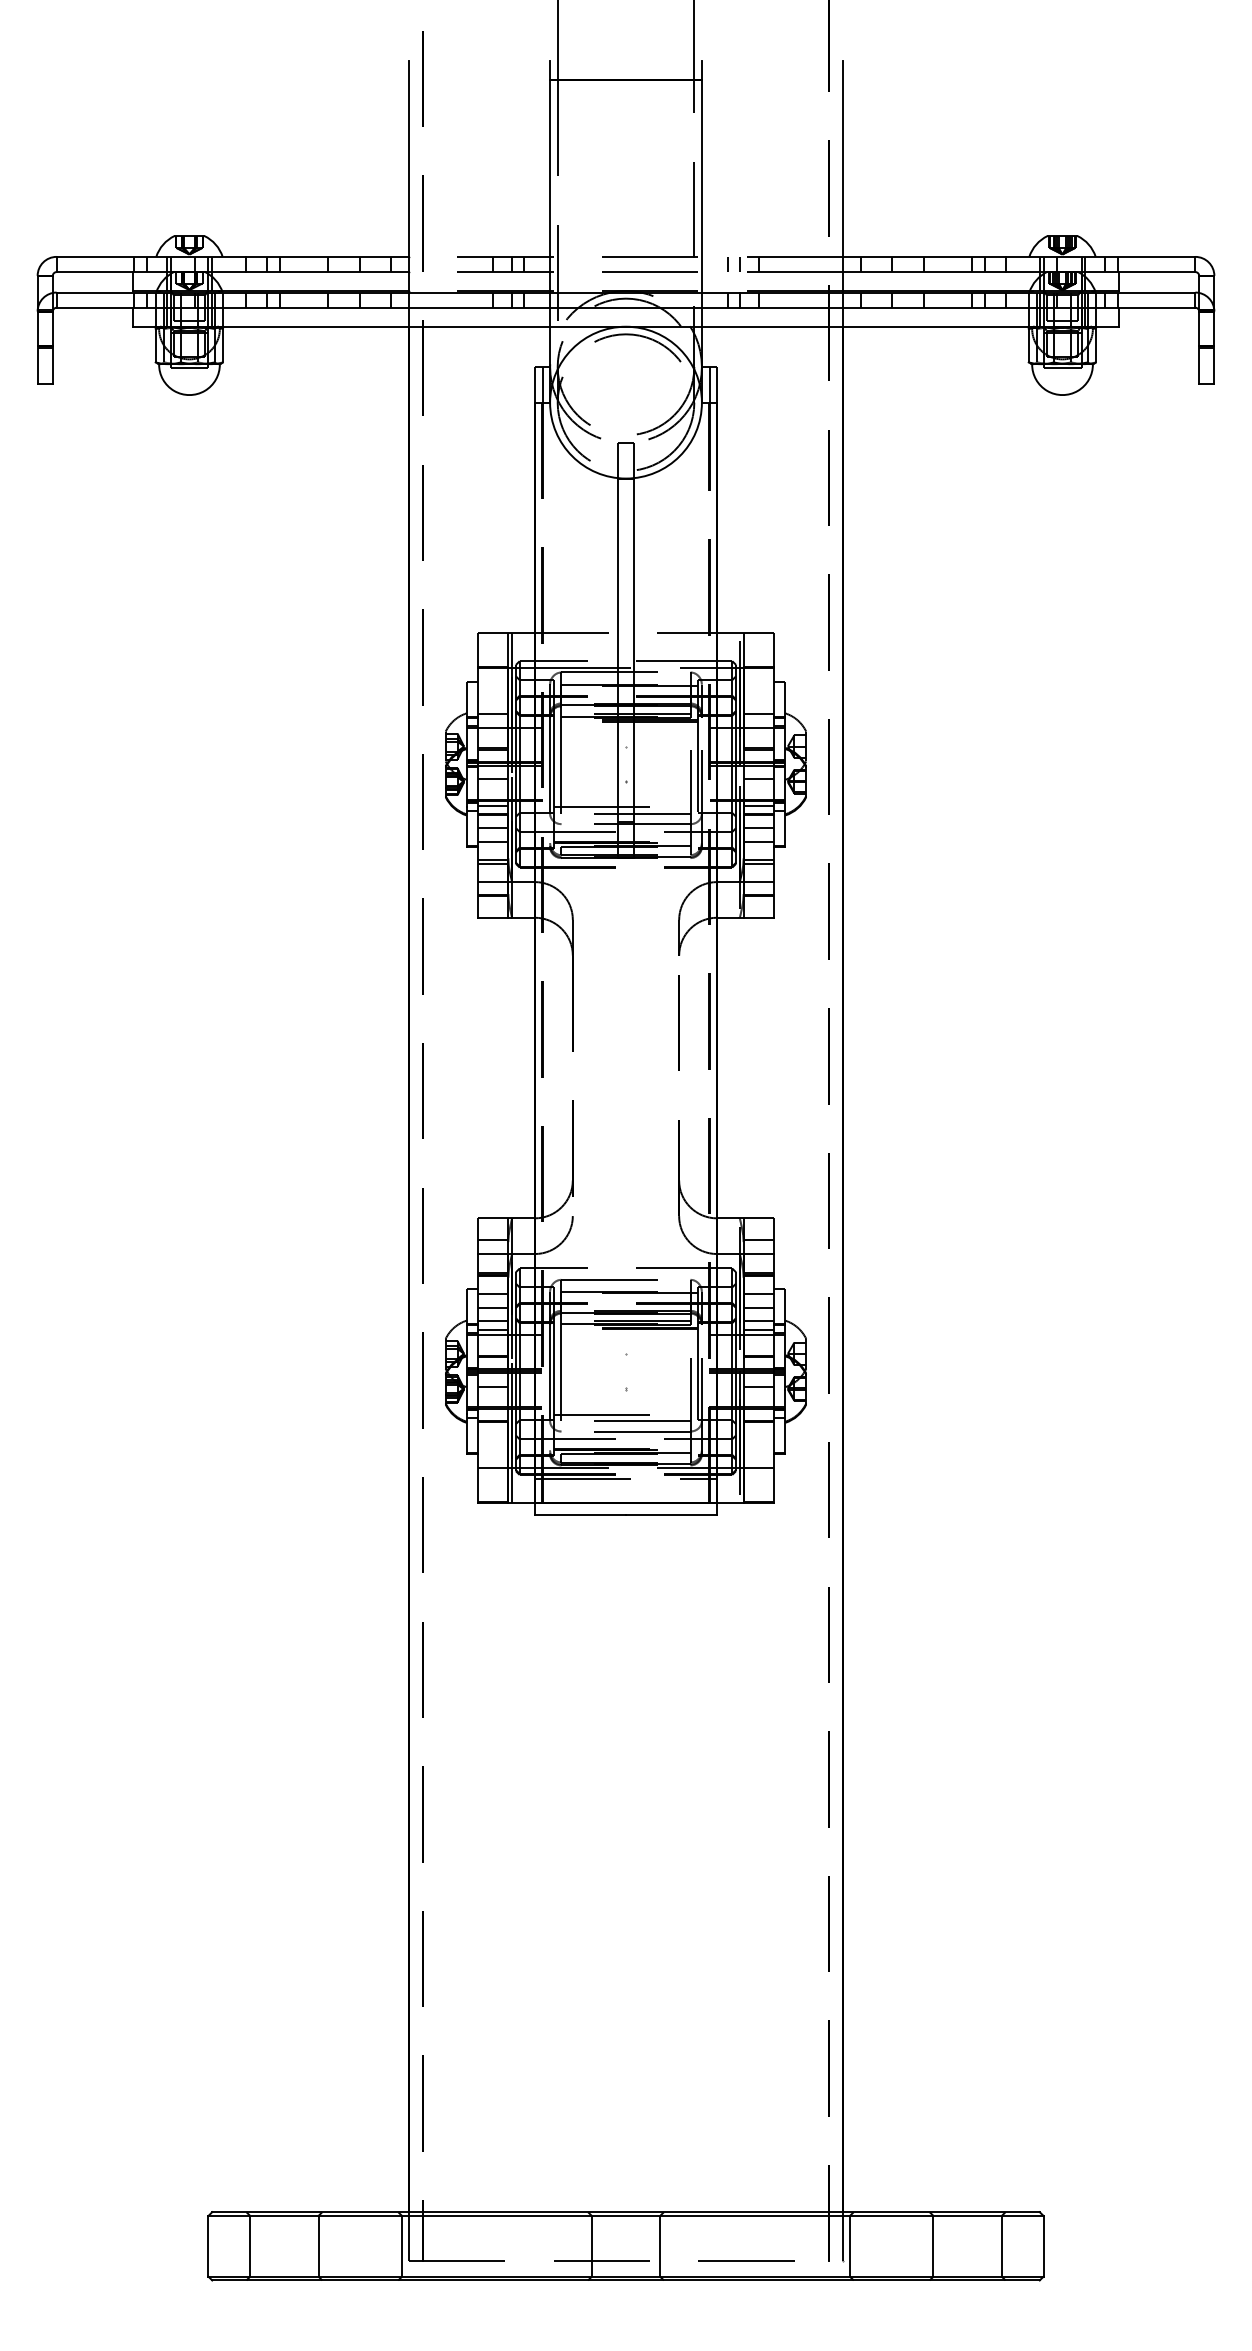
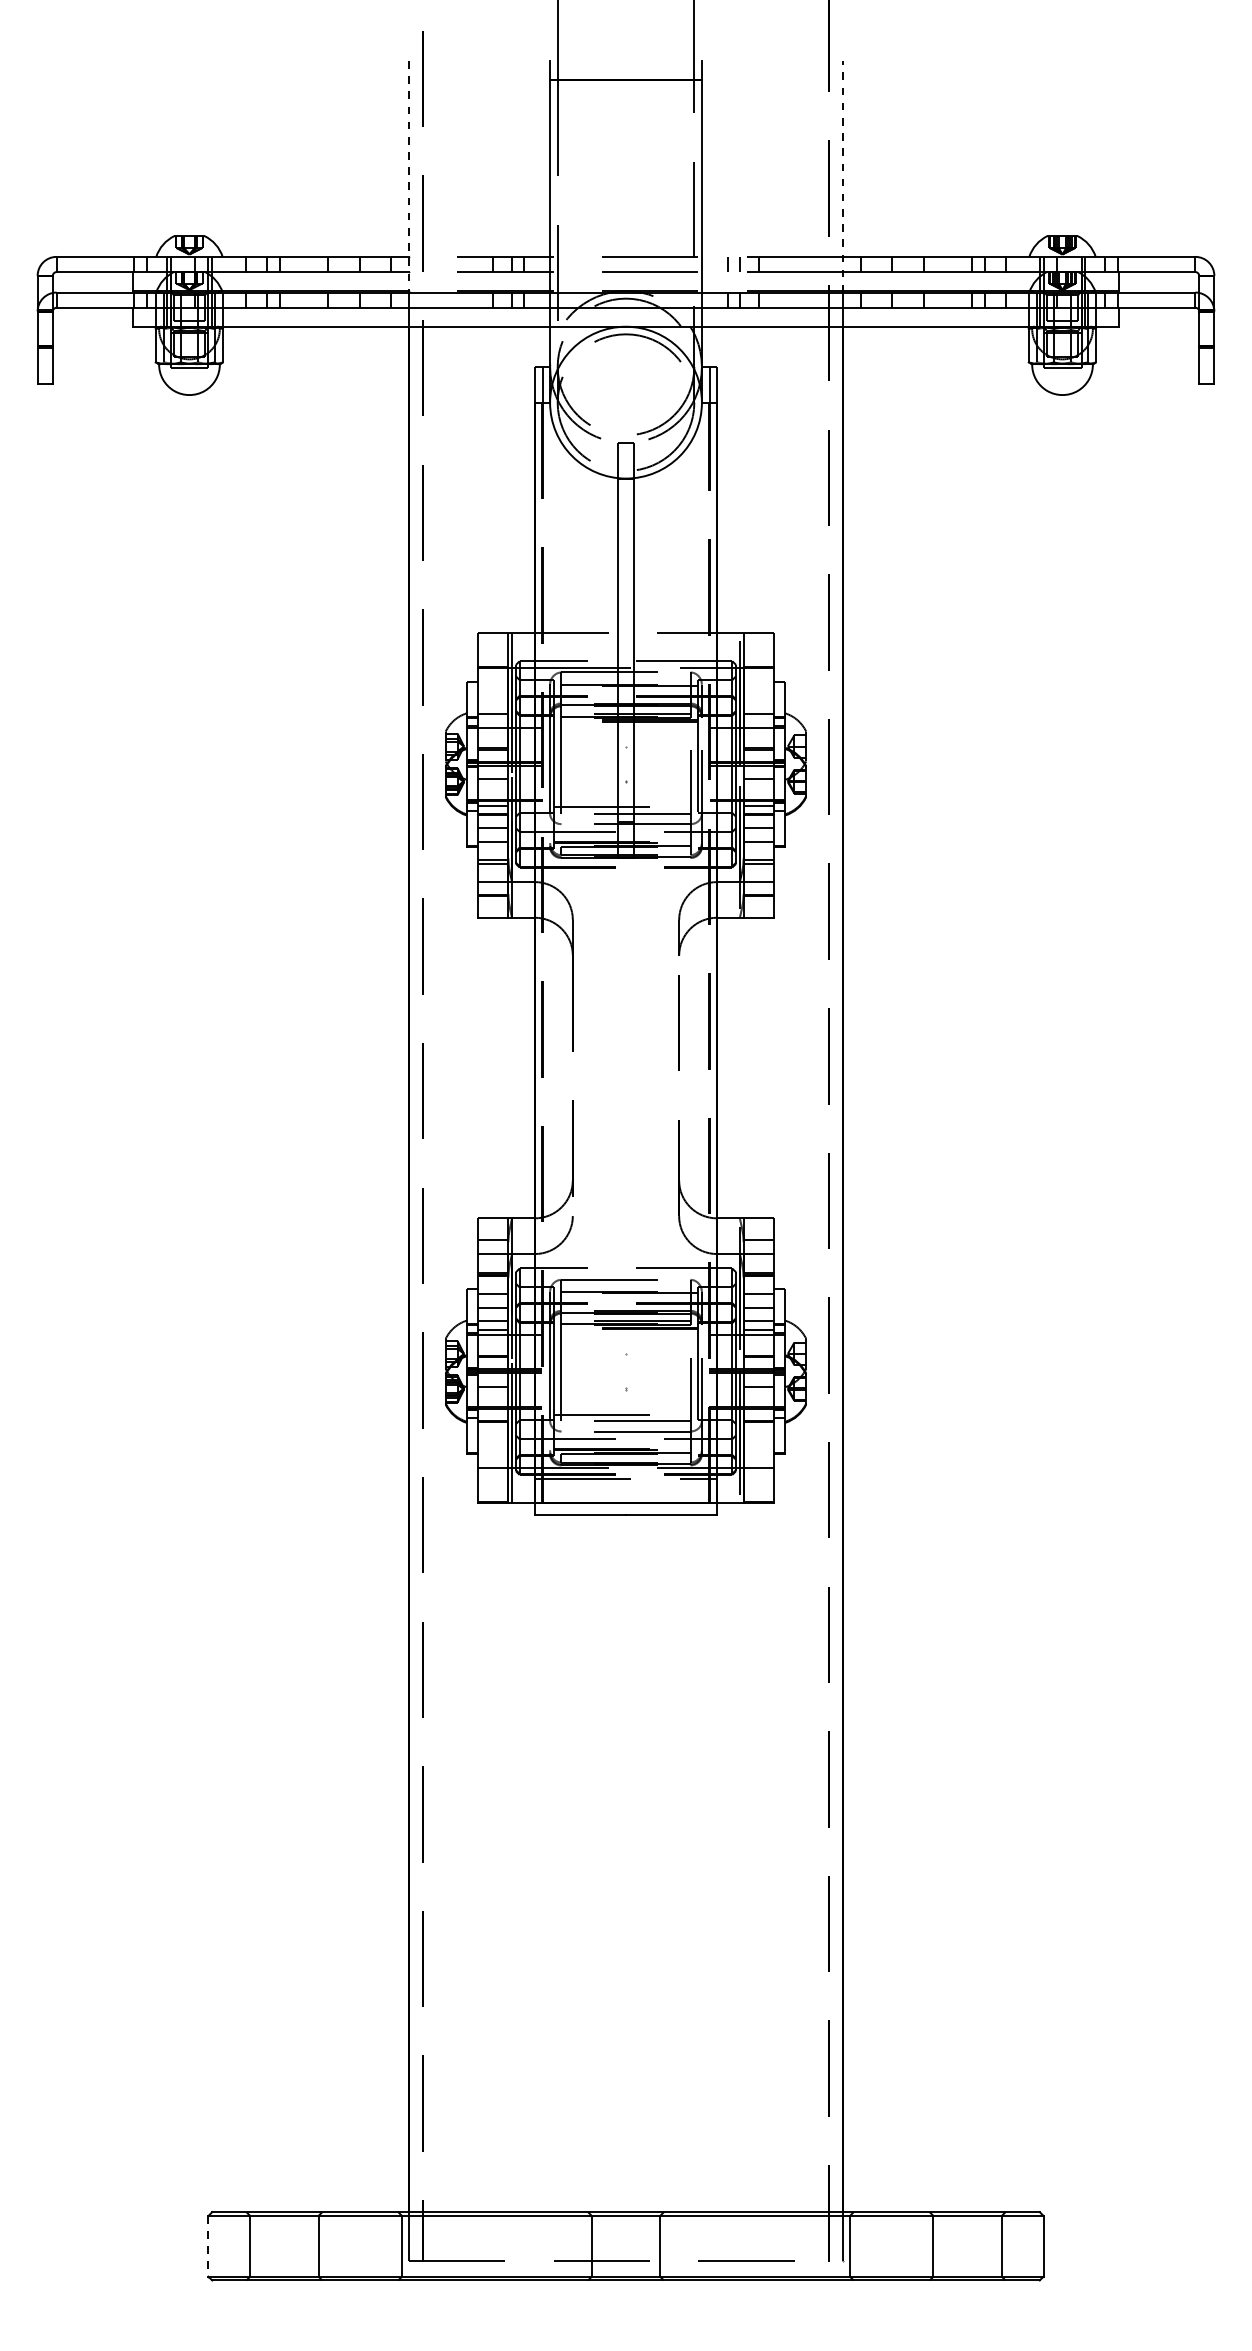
line at (409, 176): solid -> dashed
line at (842, 176): solid -> dashed
line at (208, 2246): solid -> dashed
